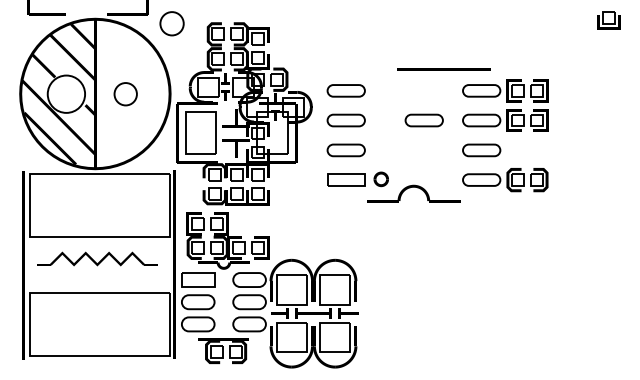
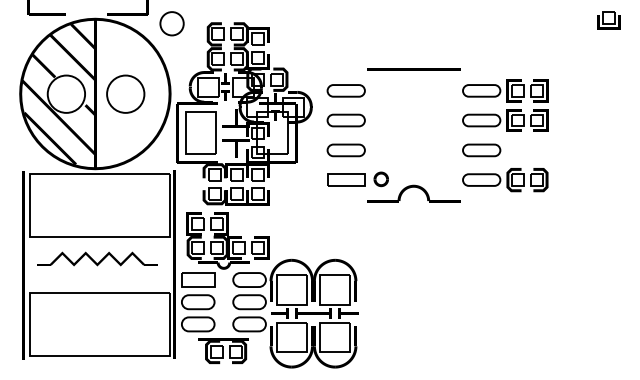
line at (443, 69) position: (443, 69) -> (413, 69)
circle at (125, 94) diameter: 22 px -> 37 px
part at (423, 120): present -> none
